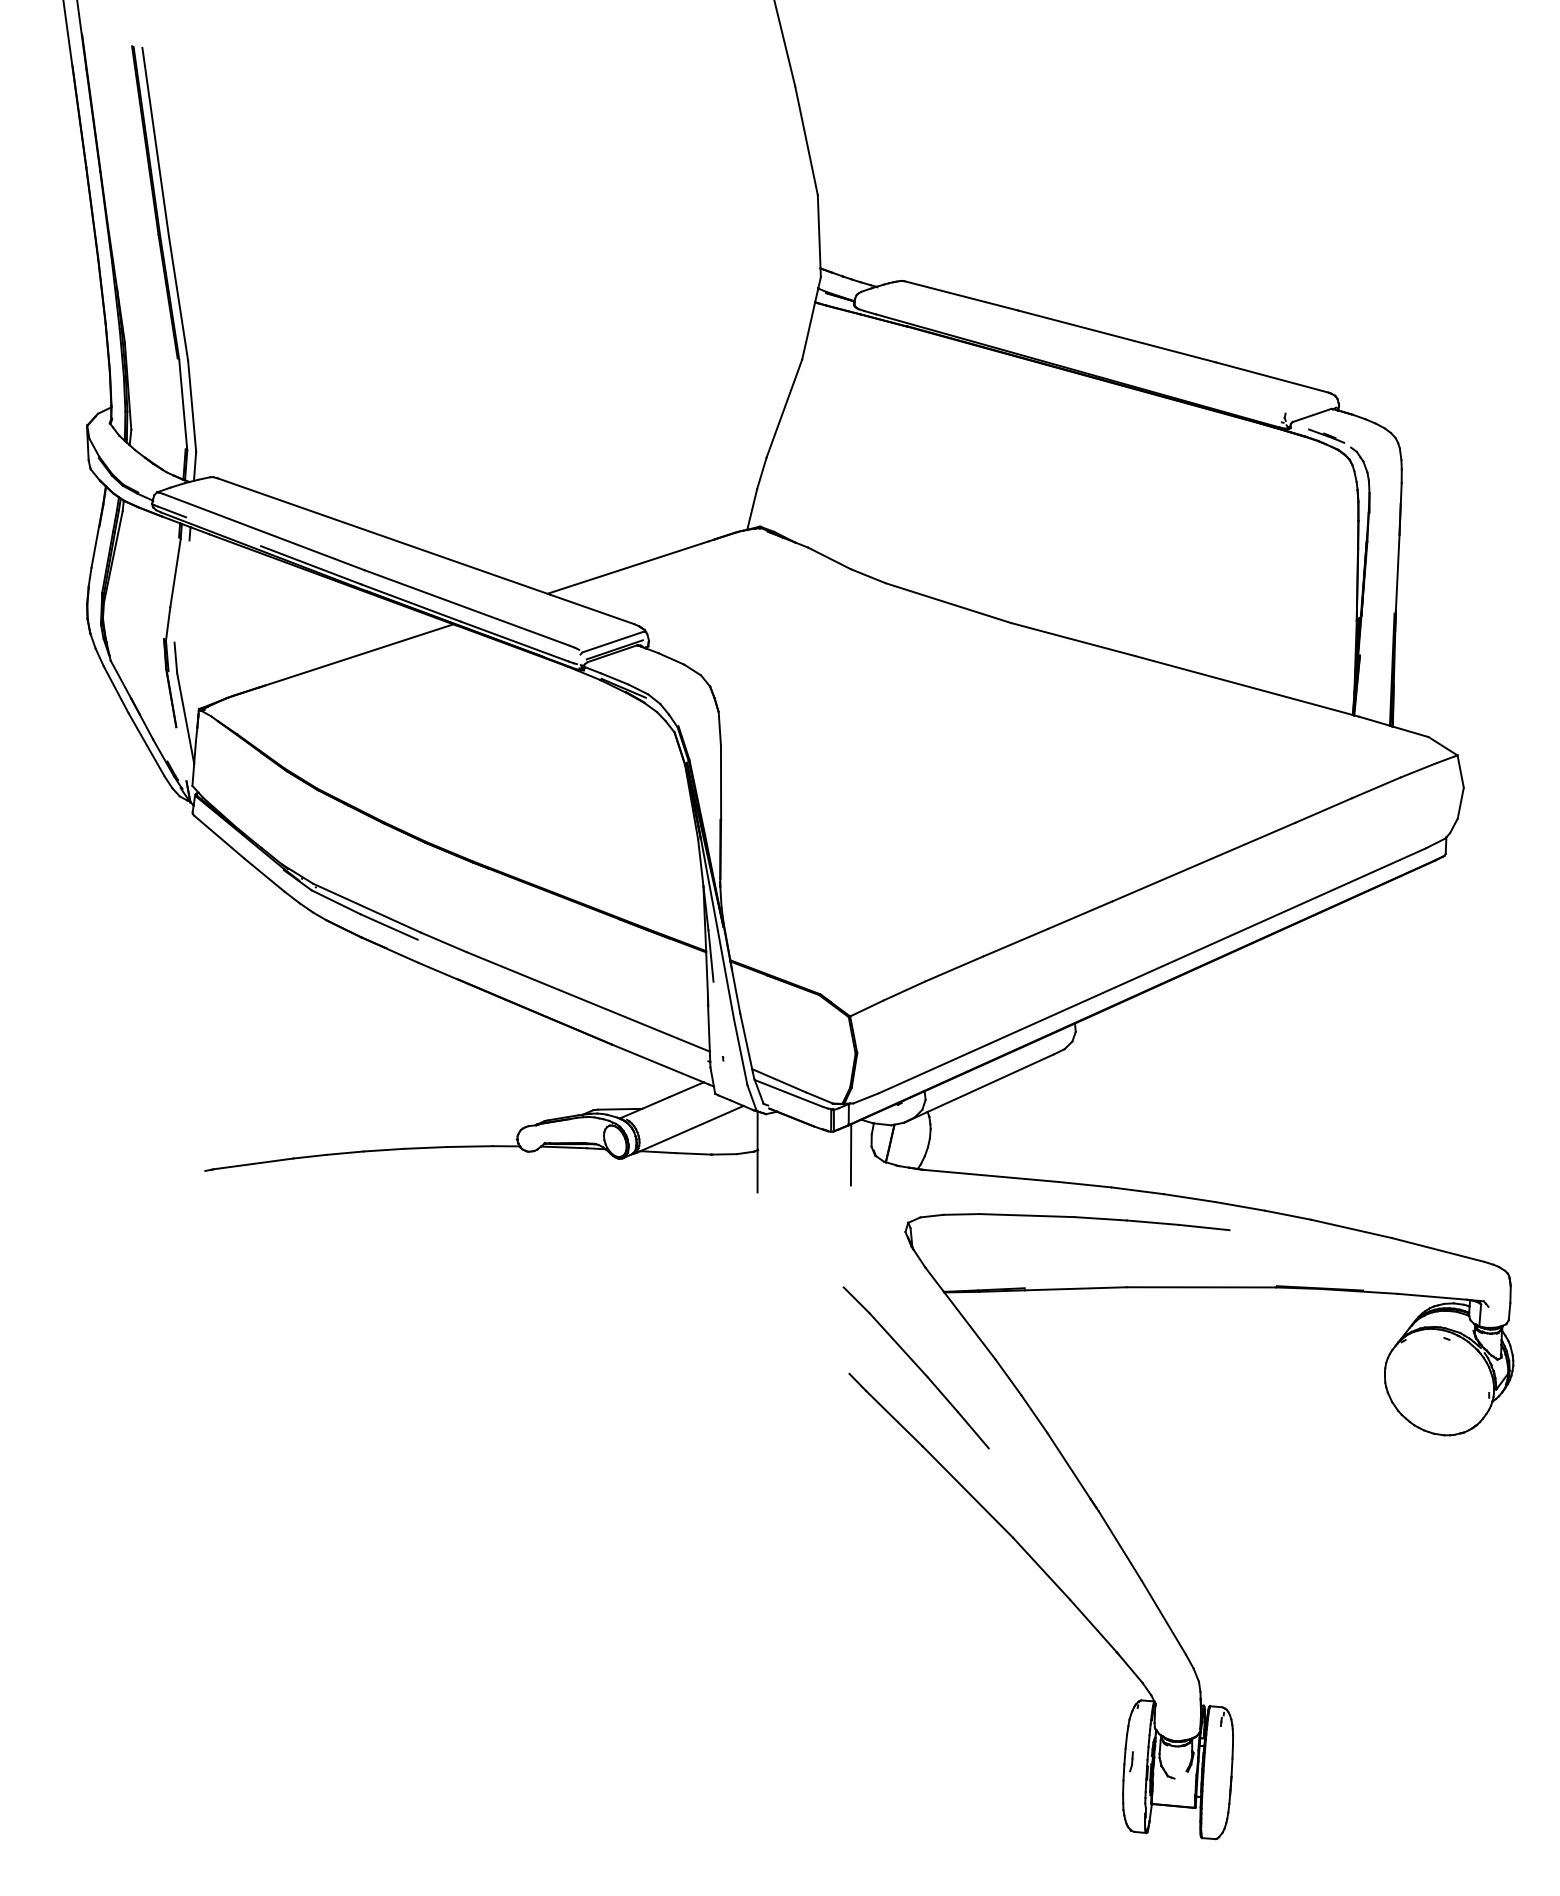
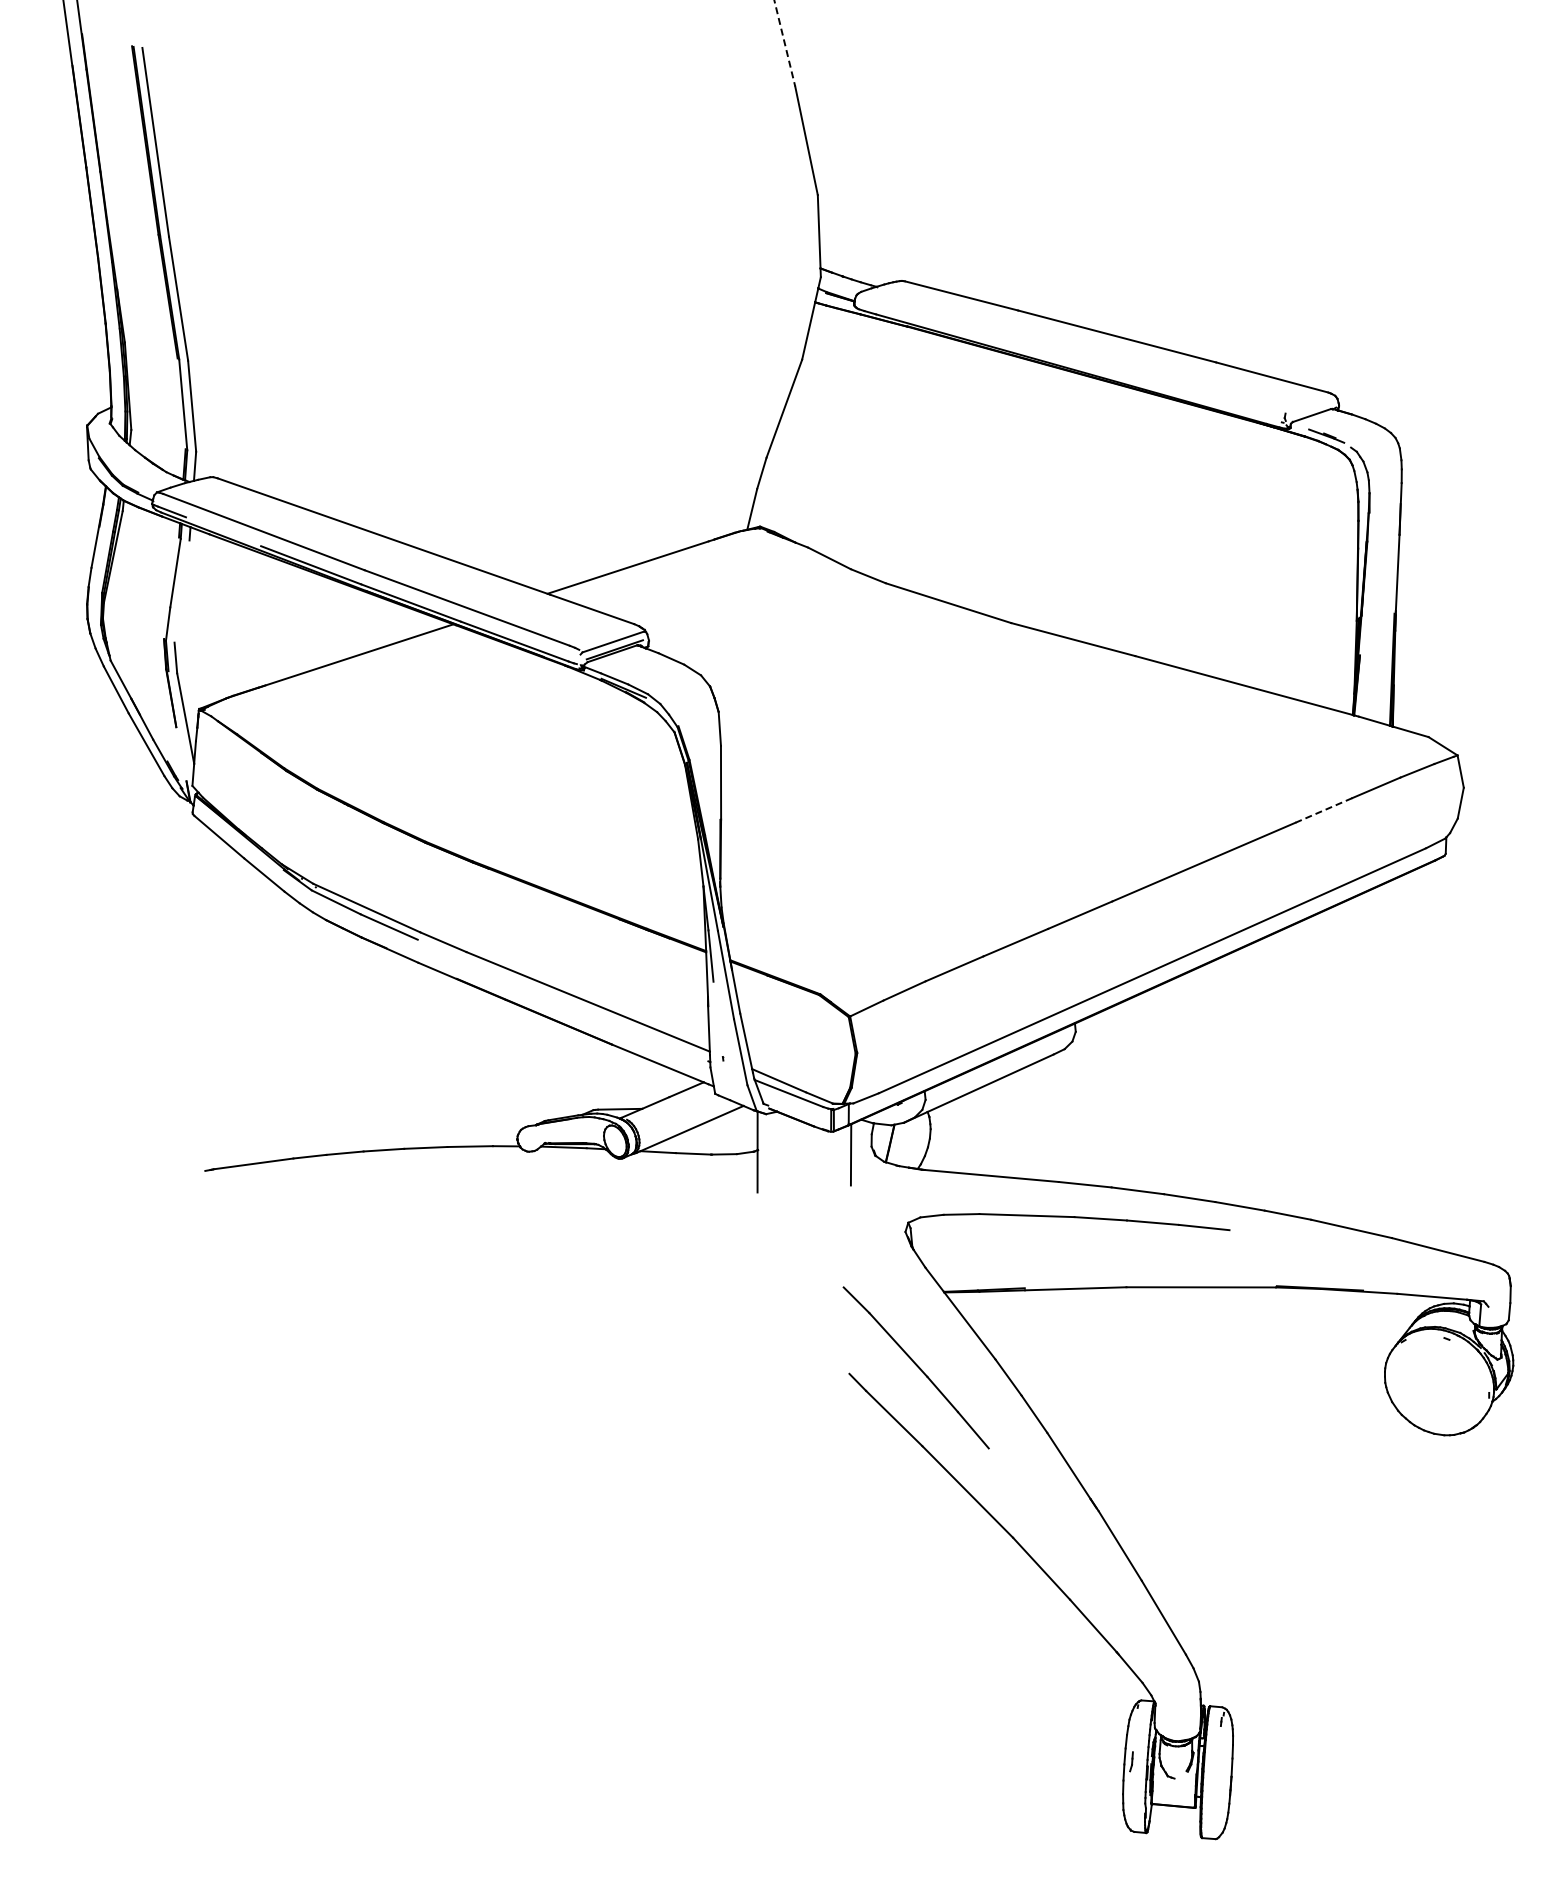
line at (784, 43): solid -> dashed
line at (1323, 810): solid -> dashed
